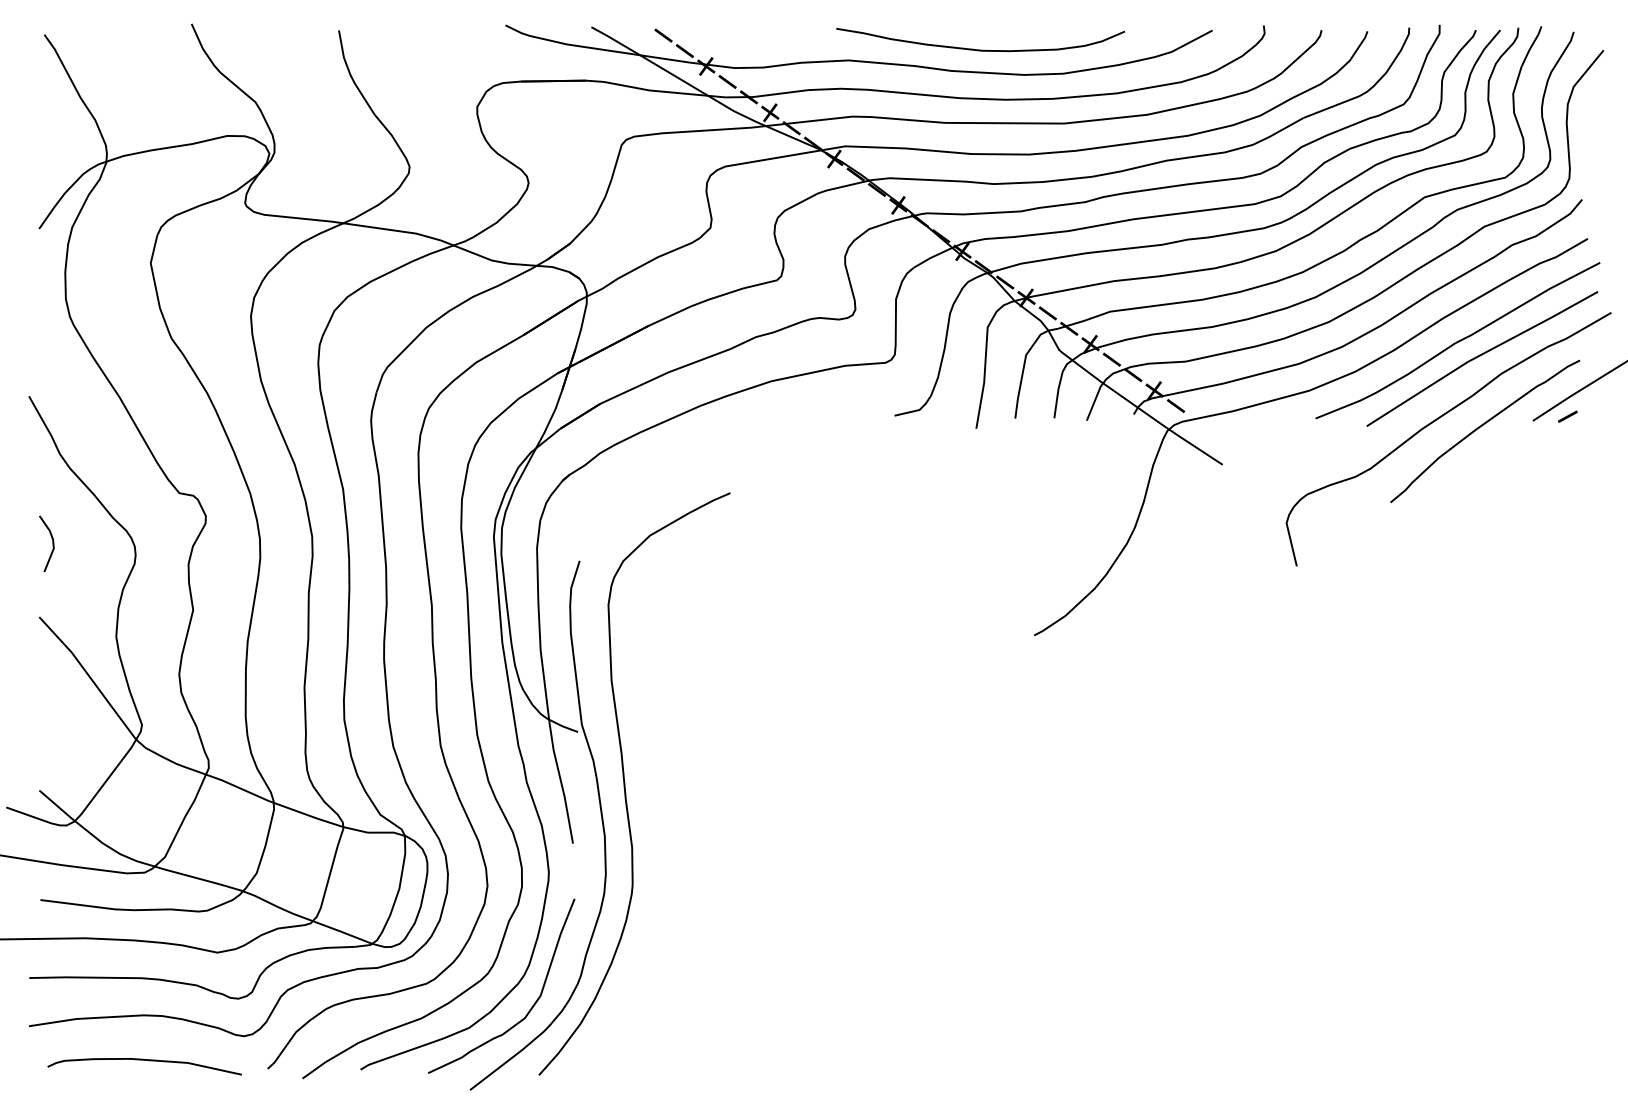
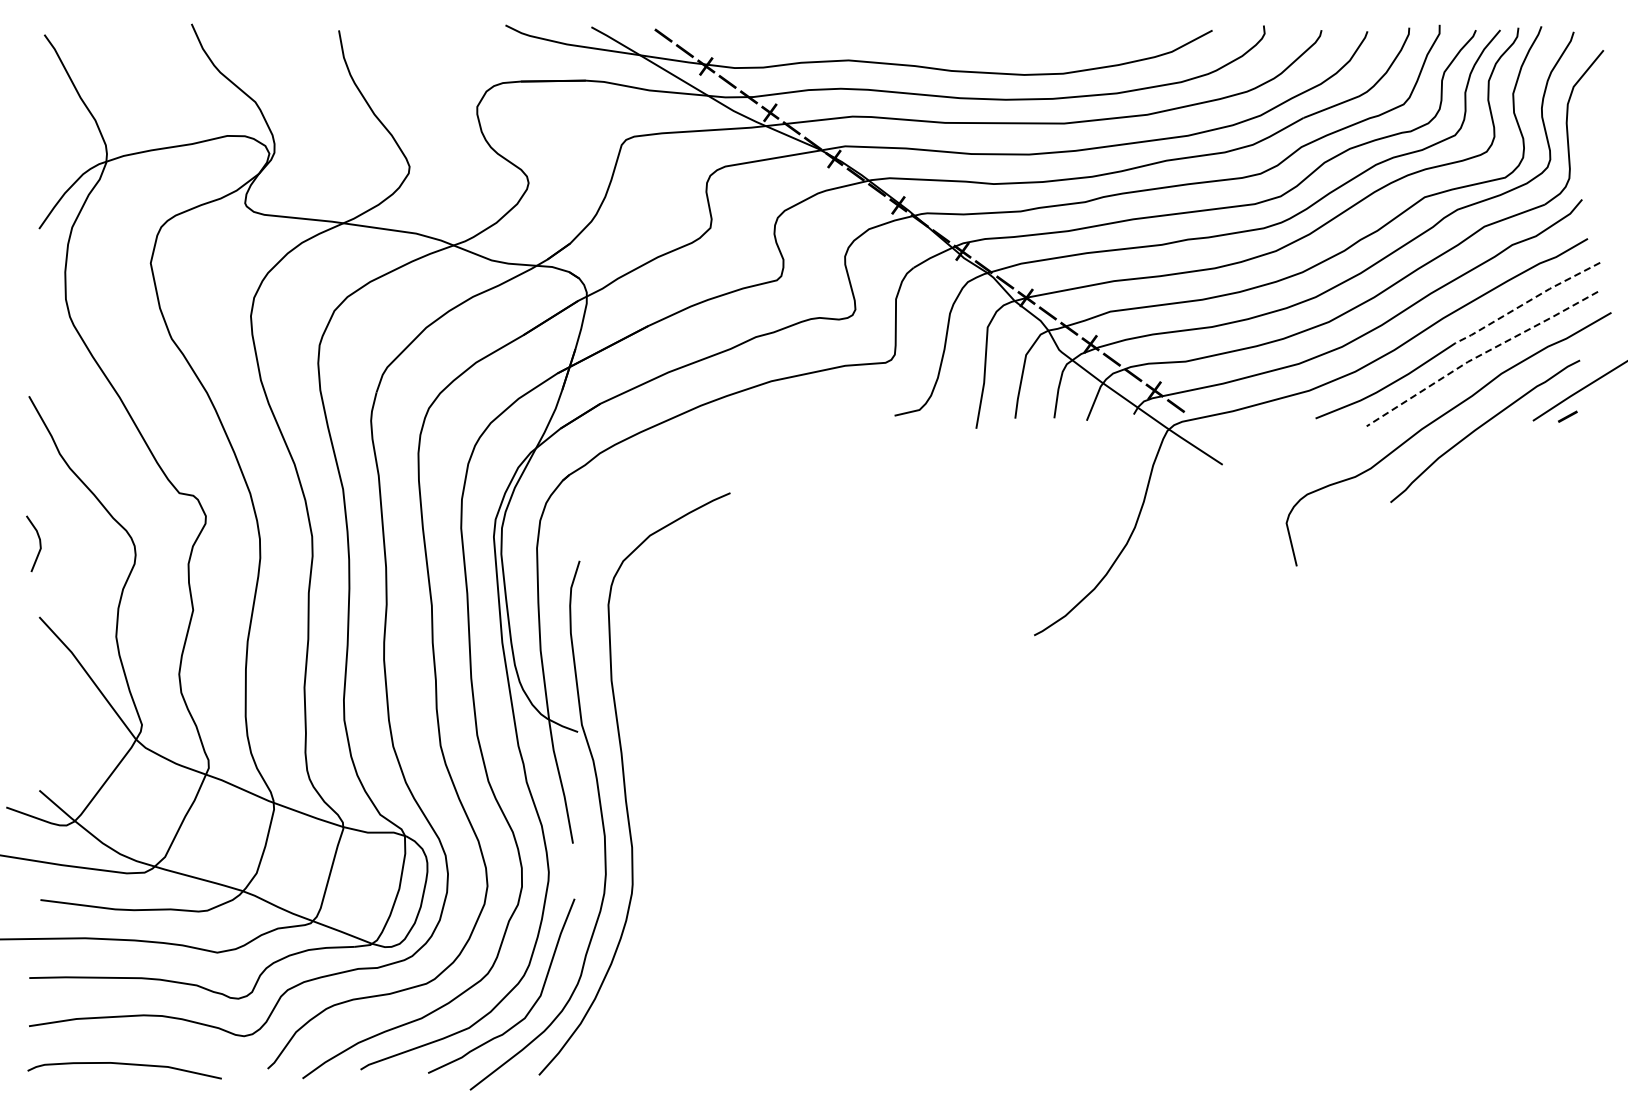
curve at (980, 49): present -> none
line at (1526, 302): solid -> dashed
line at (1480, 355): solid -> dashed
line at (52, 543) position: (52, 543) -> (39, 543)
curve at (144, 1060) position: (144, 1060) -> (124, 1064)
